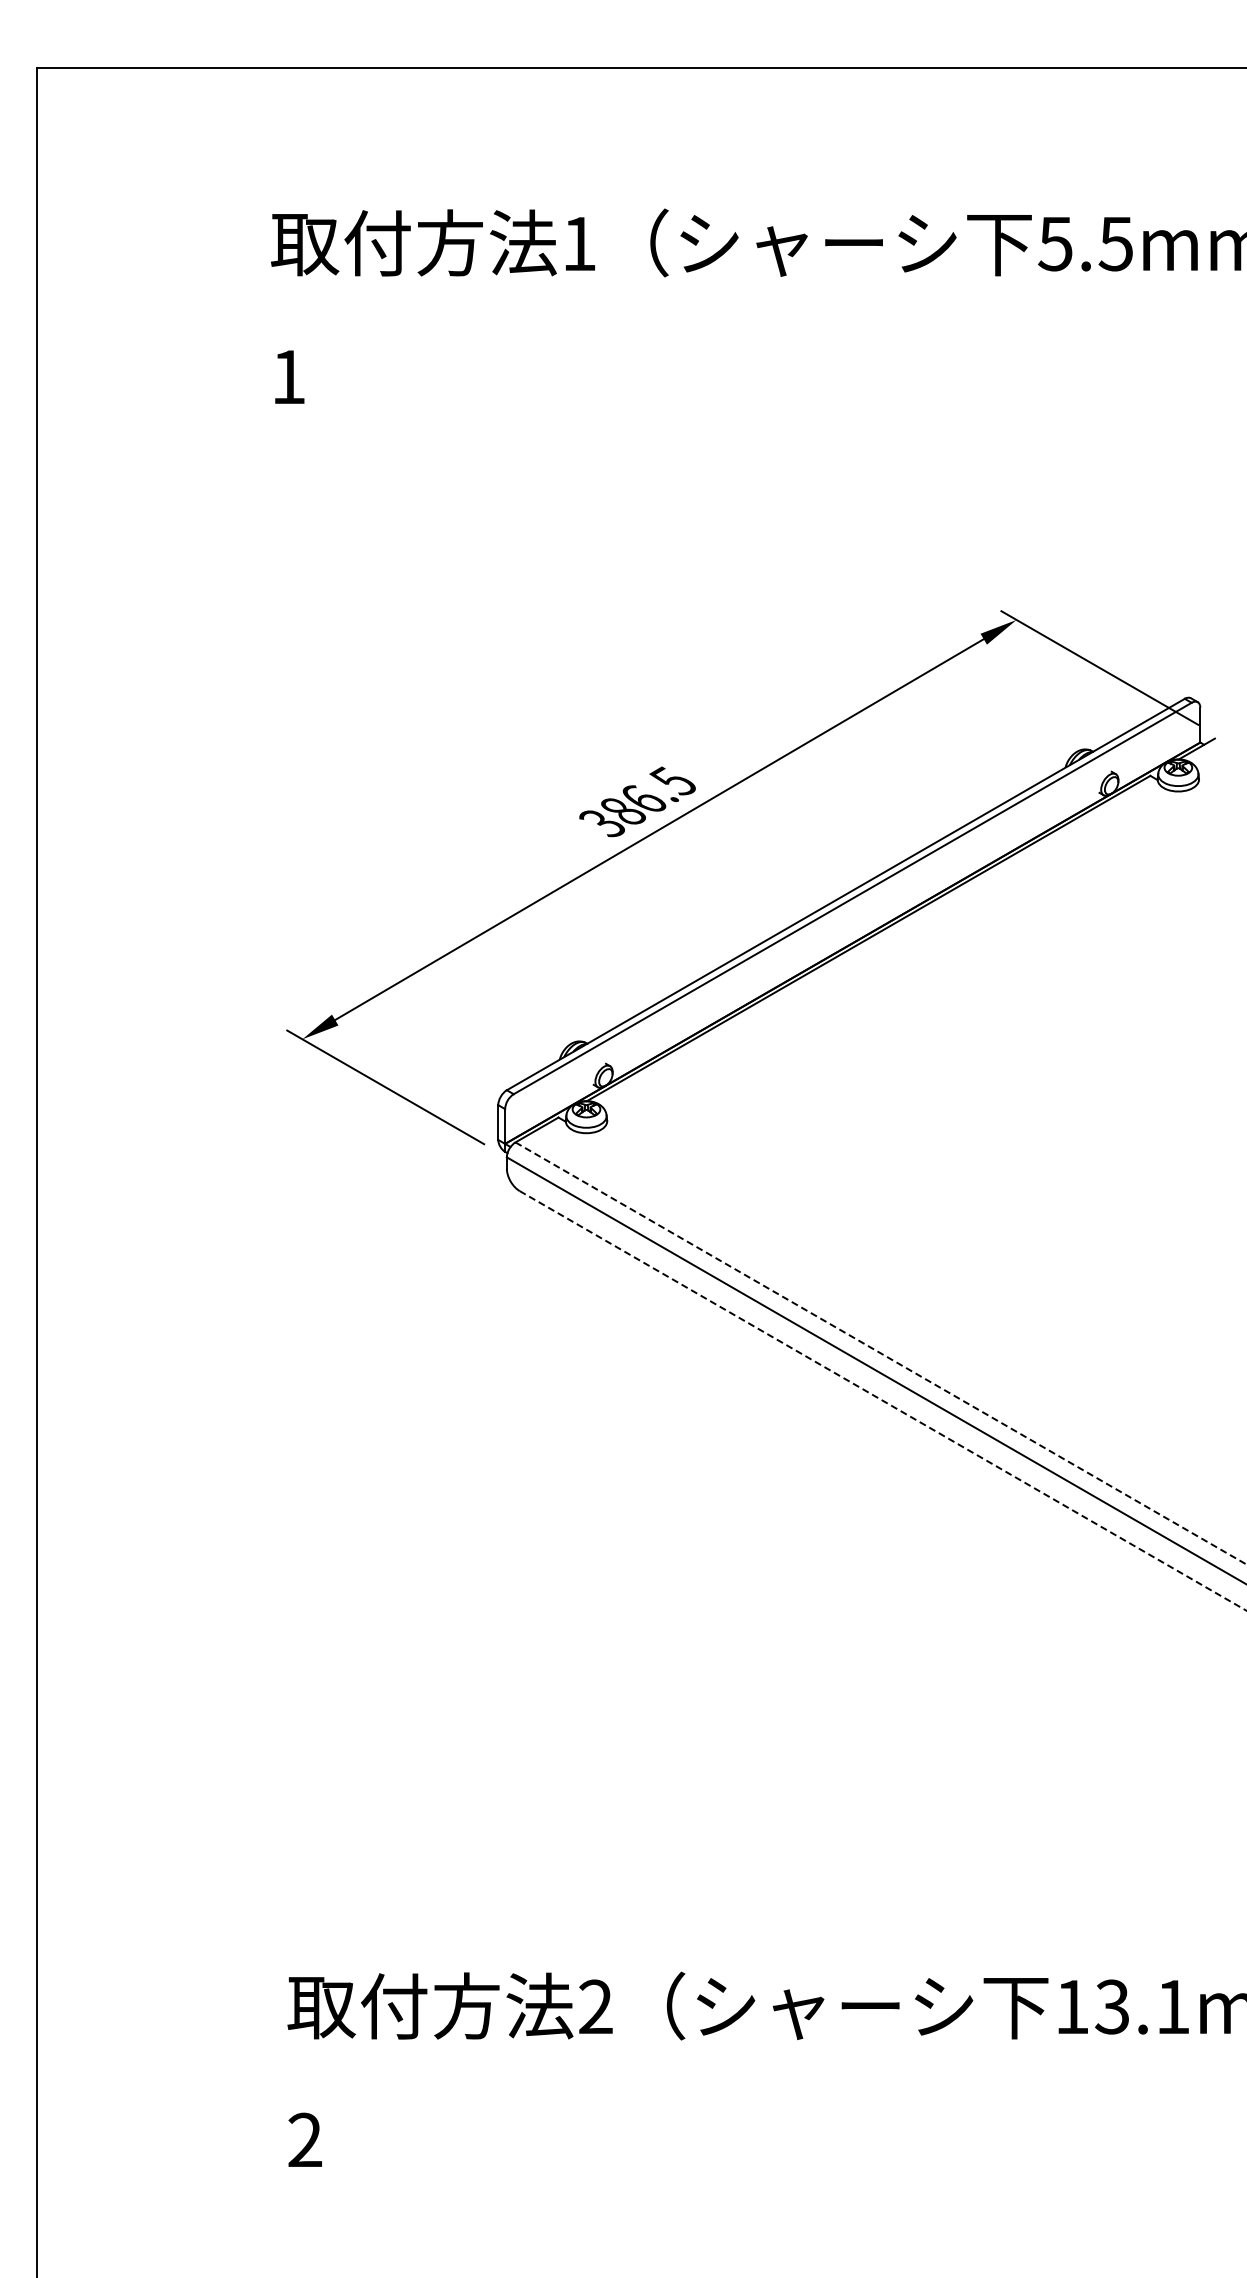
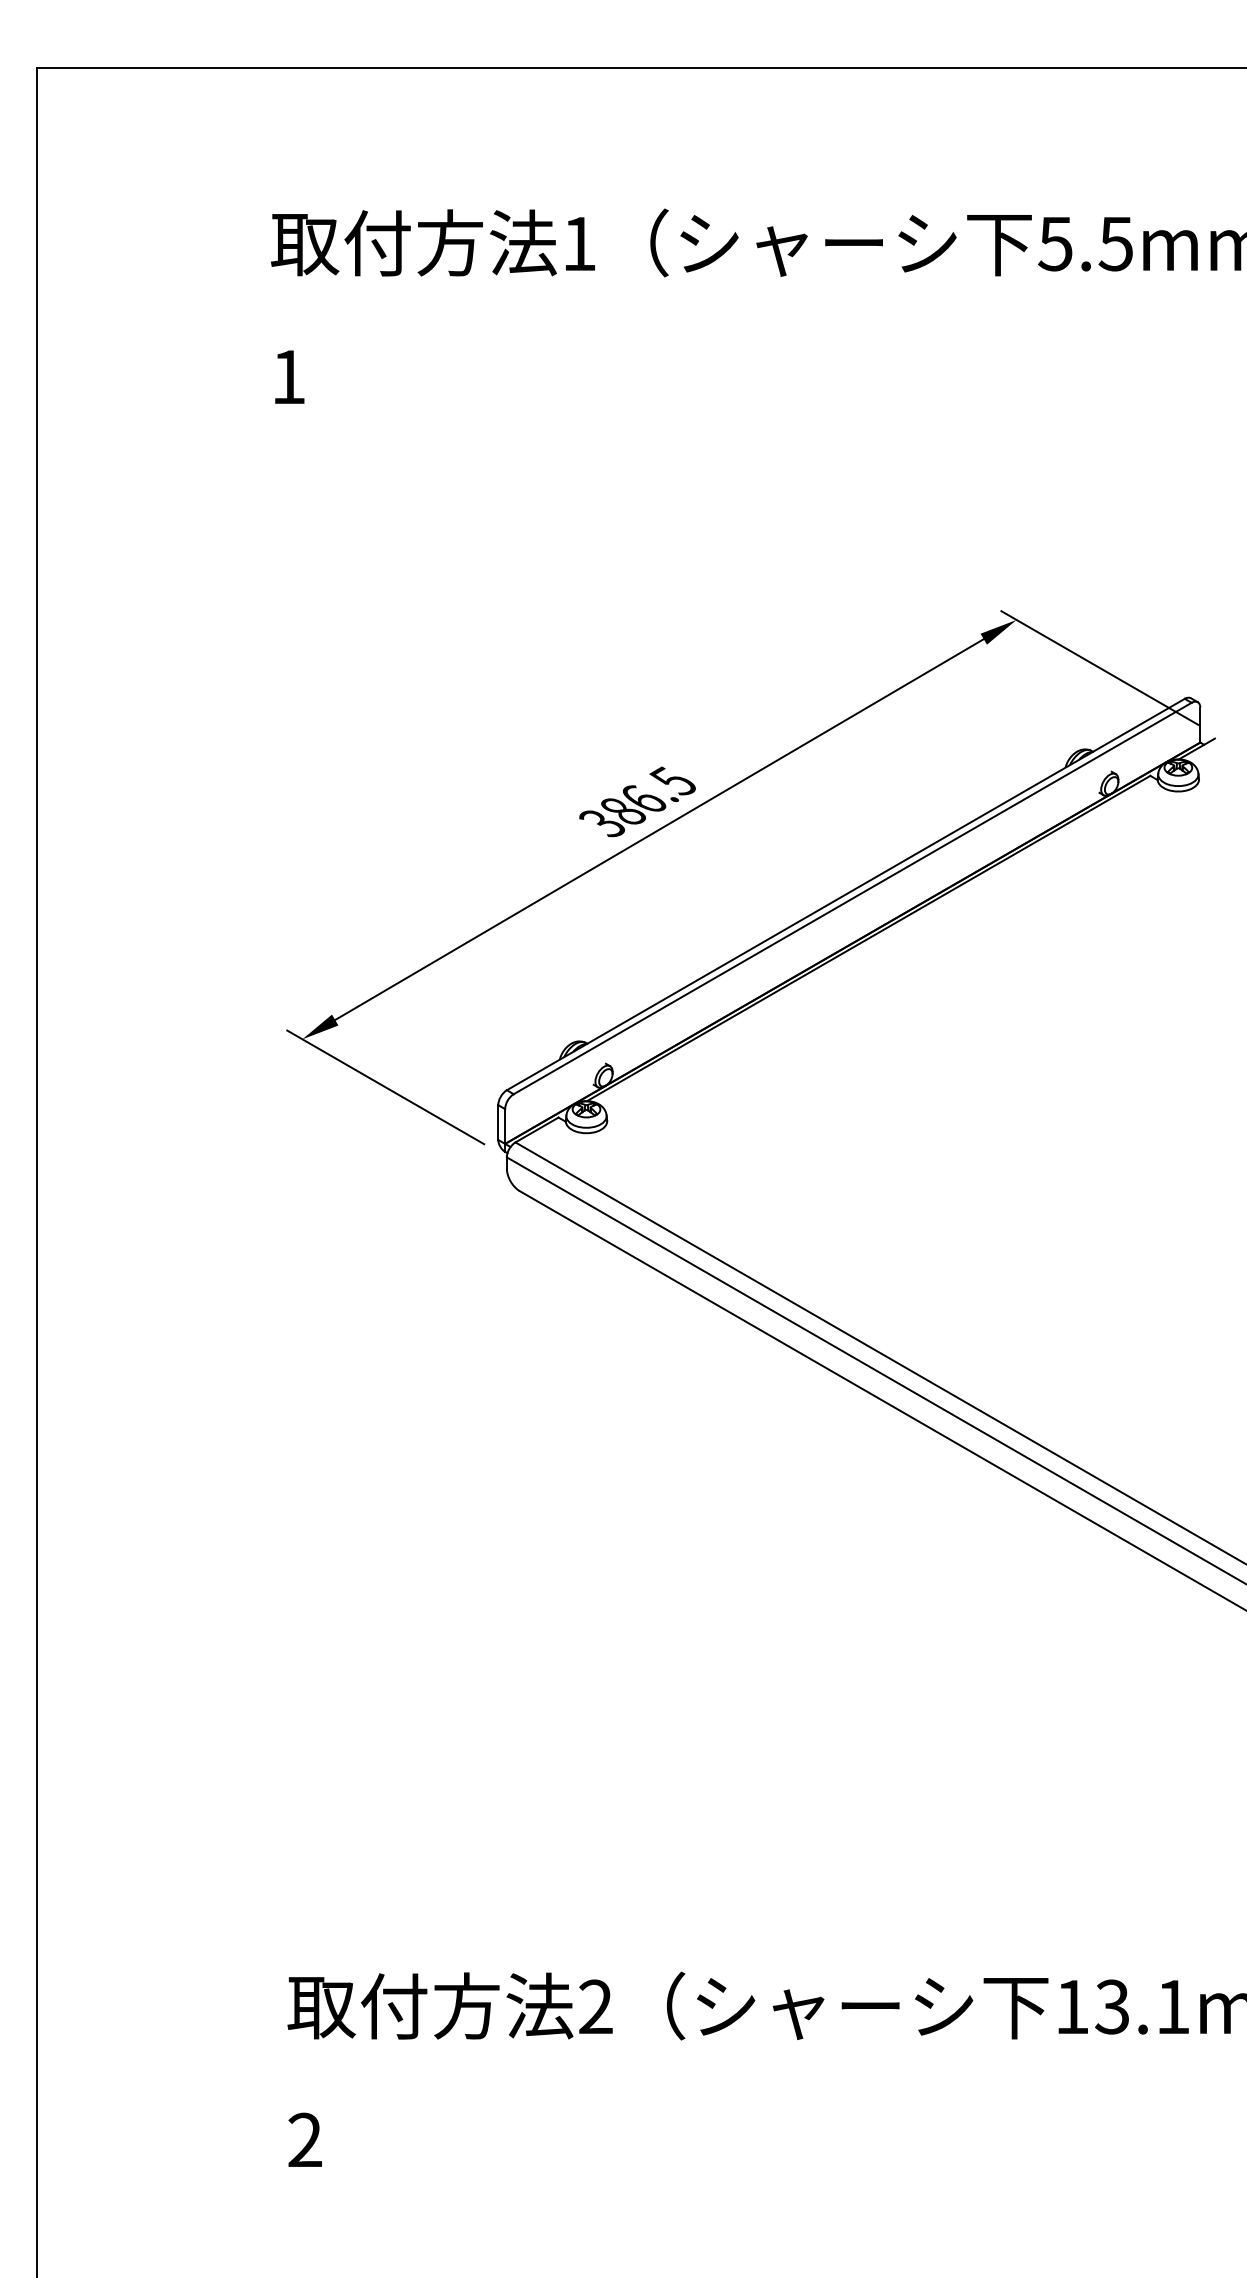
line at (881, 1353): dashed -> solid
line at (882, 1400): dashed -> solid
